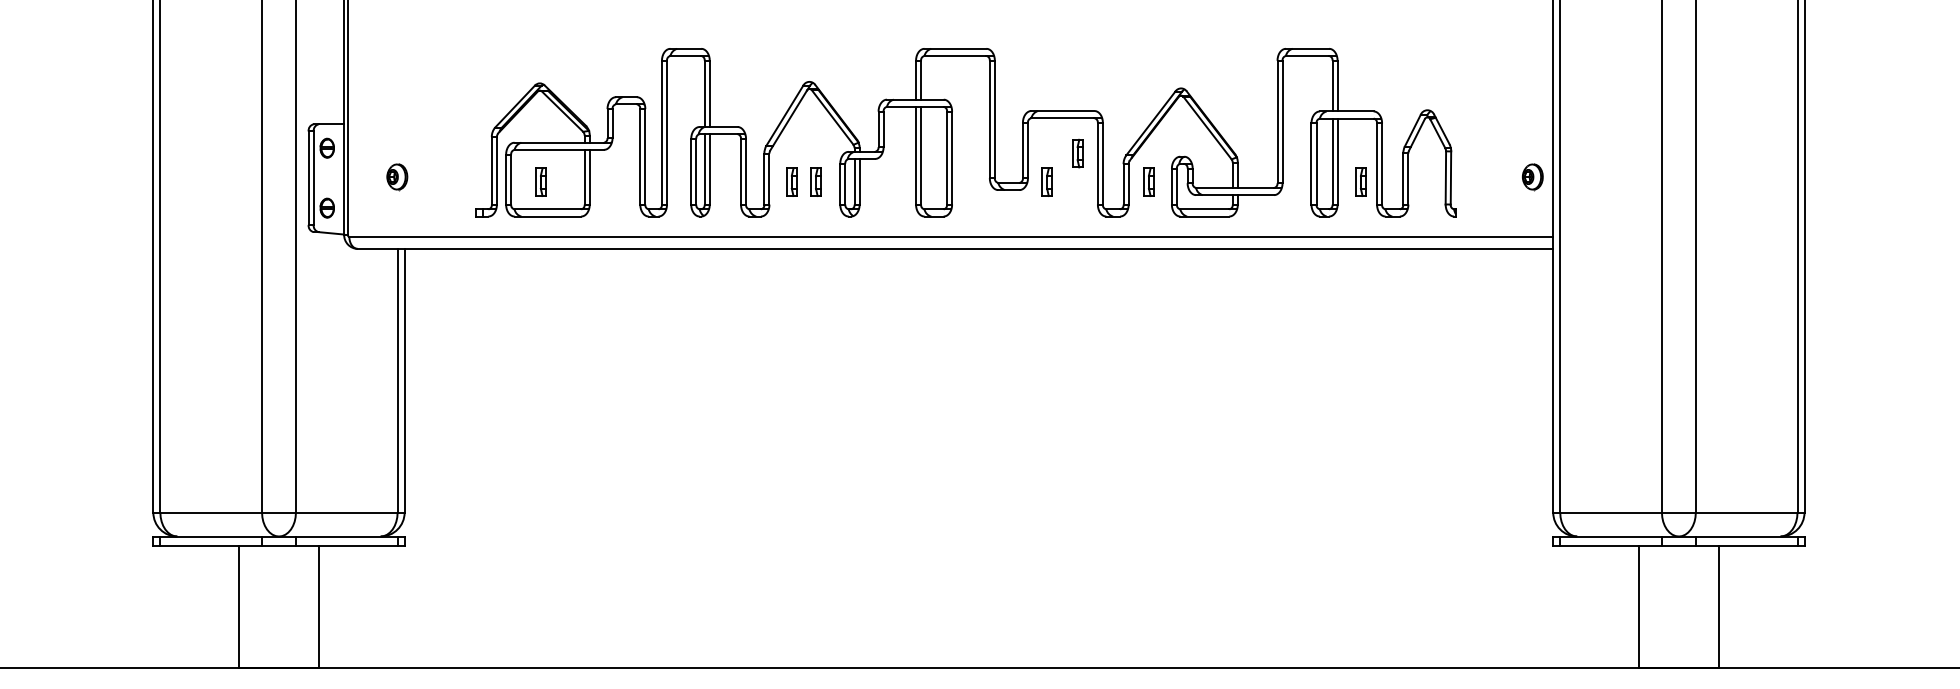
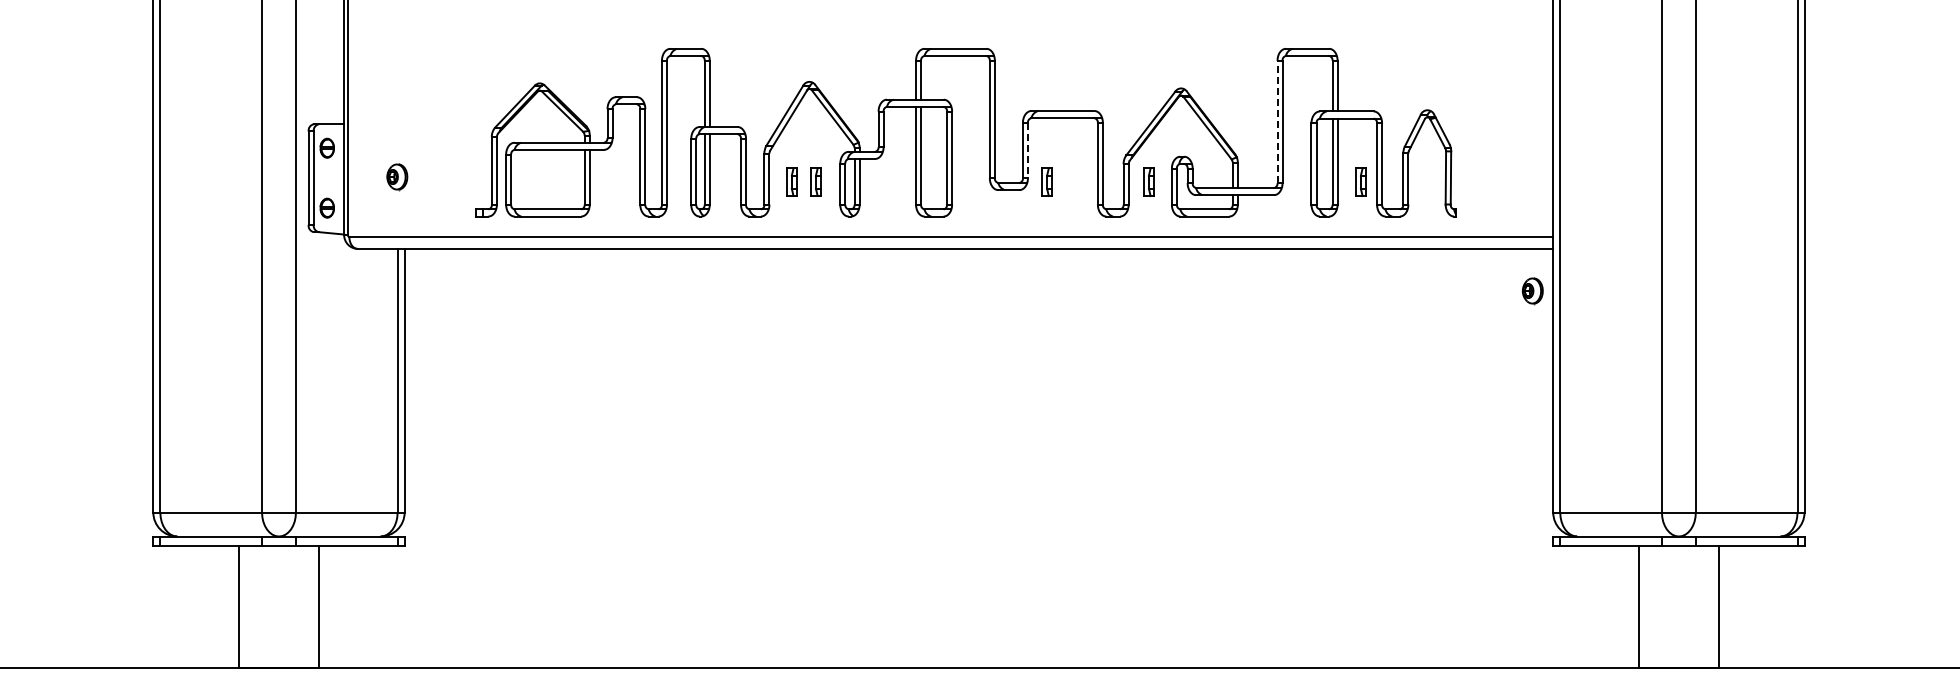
line at (1277, 121): solid -> dashed
line at (1027, 150): solid -> dashed
part at (1077, 153): present -> none
part at (1532, 177) position: (1532, 177) -> (1532, 291)
part at (540, 181): present -> none
